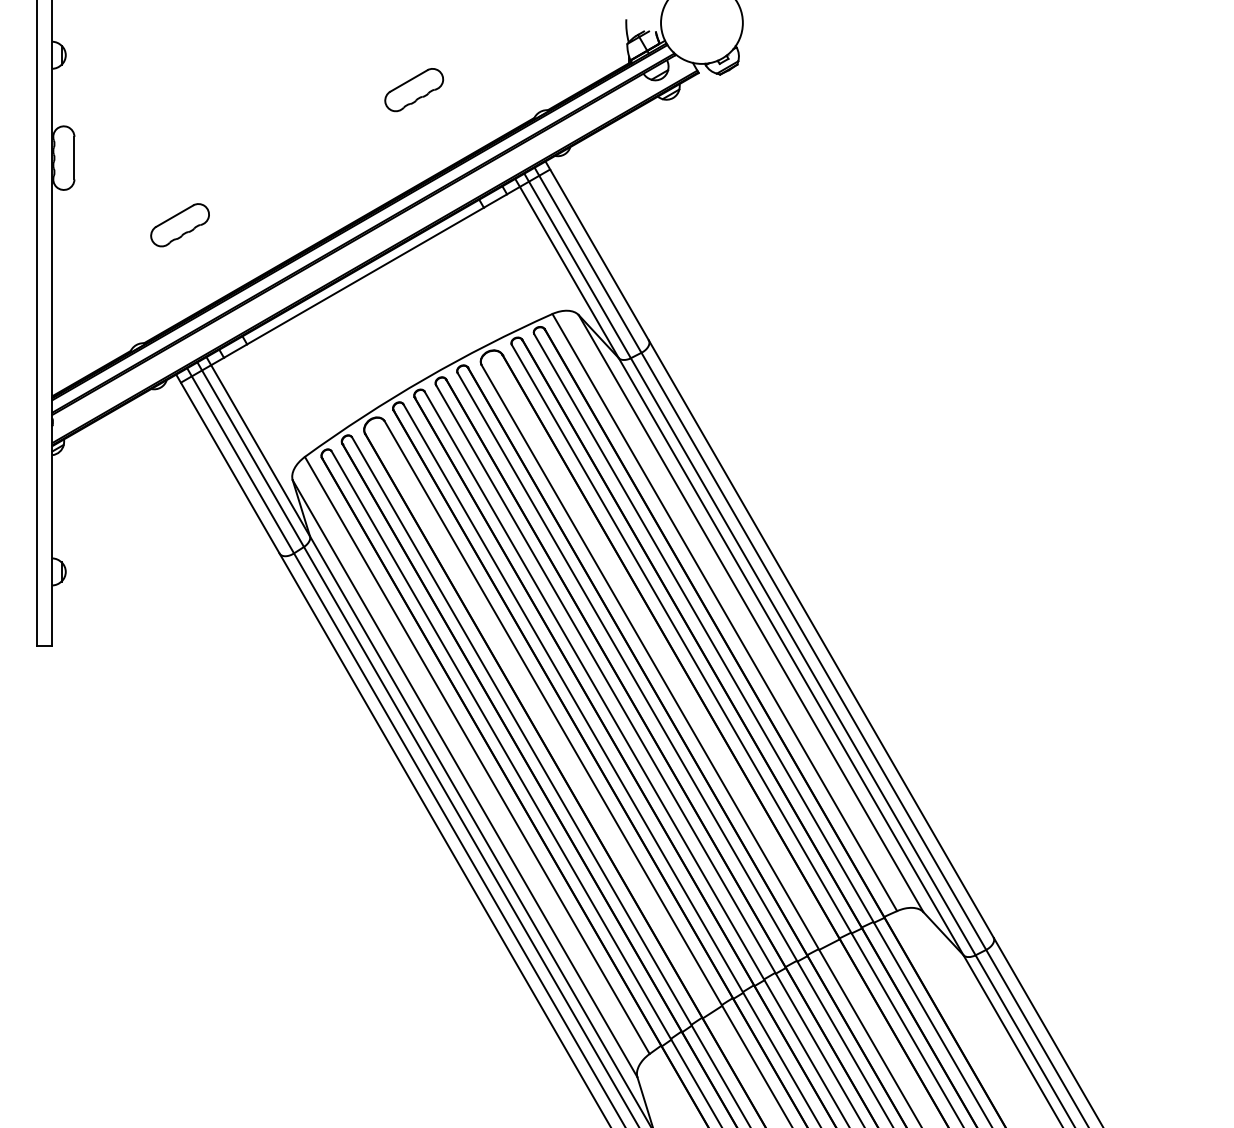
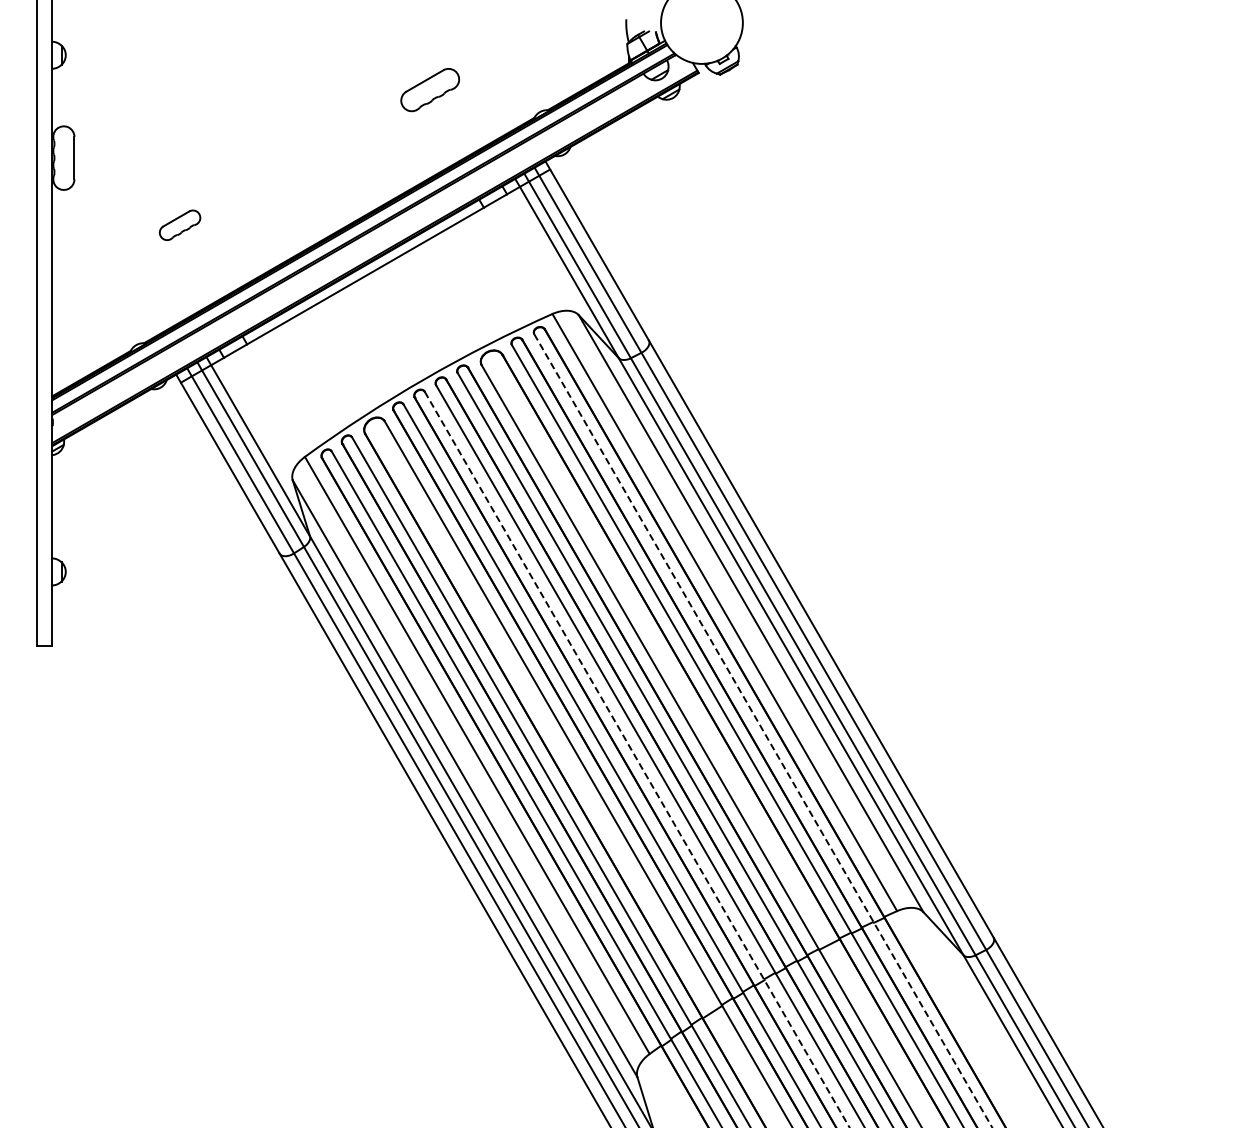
part at (414, 90) position: (414, 90) -> (430, 90)
part at (179, 225) size: 60x45 px -> 44x32 px
line at (763, 730): solid -> dashed
line at (637, 759): solid -> dashed
